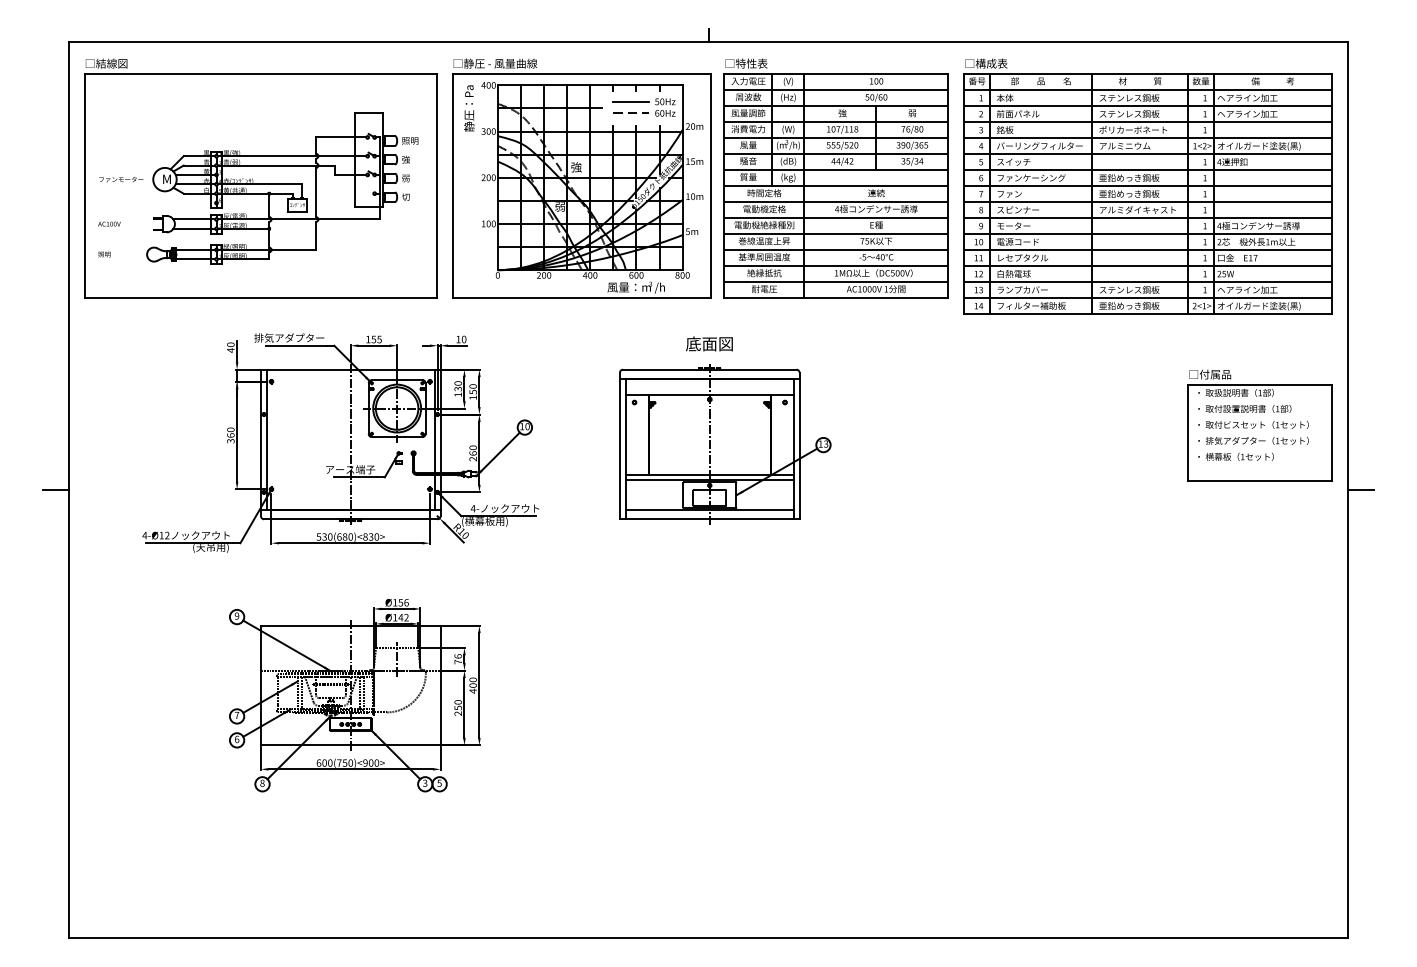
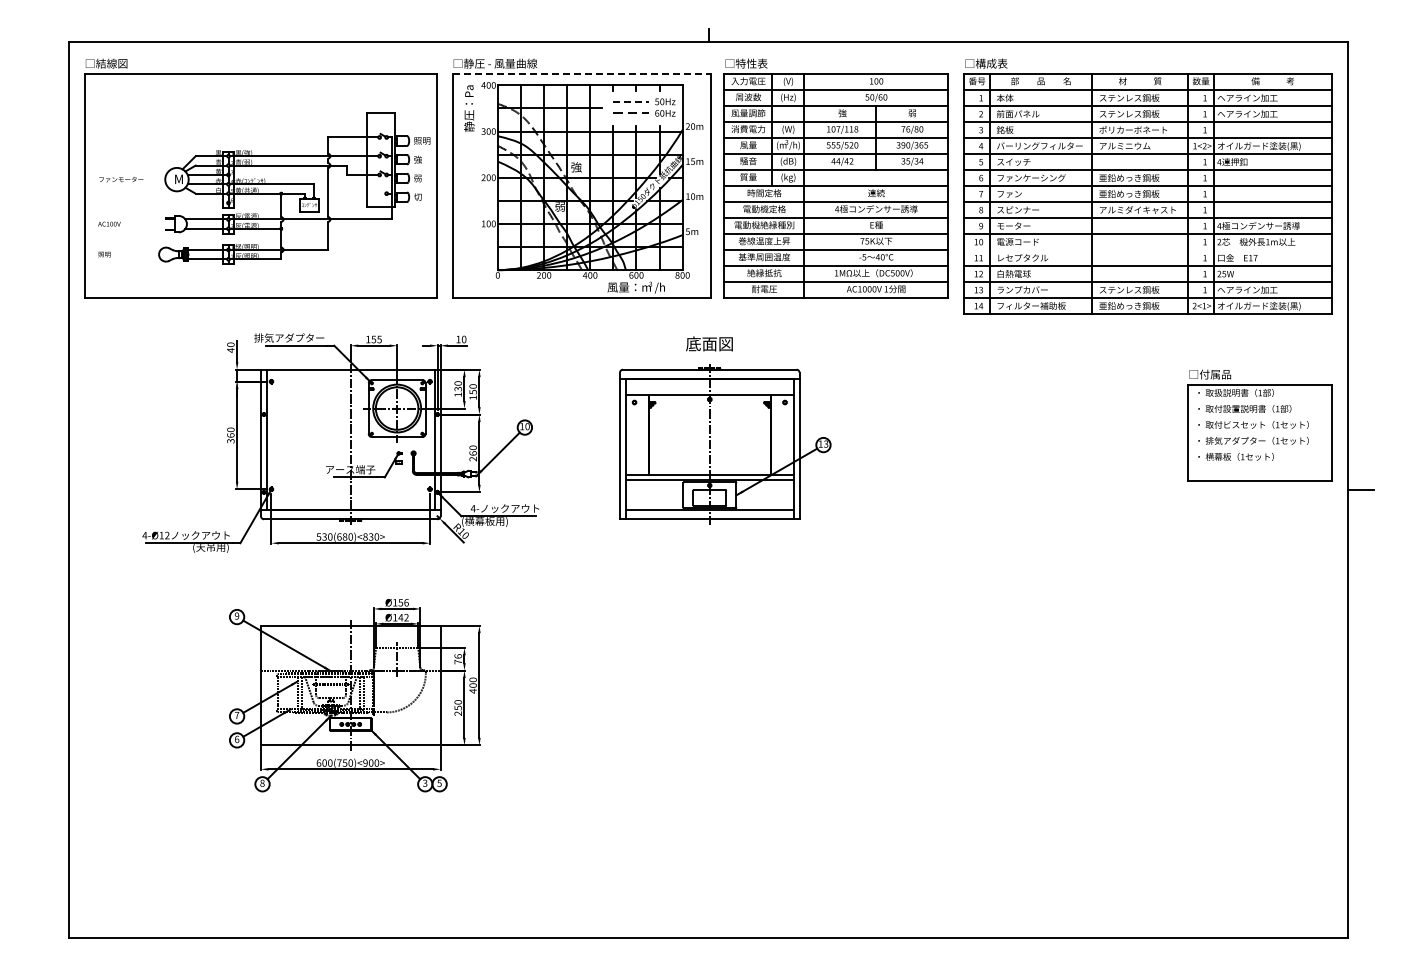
line at (582, 74): solid -> dashed
line at (631, 101): solid -> dashed
part at (282, 188) position: (282, 188) -> (294, 188)
line at (1148, 250): present -> none
line at (55, 490): present -> none
